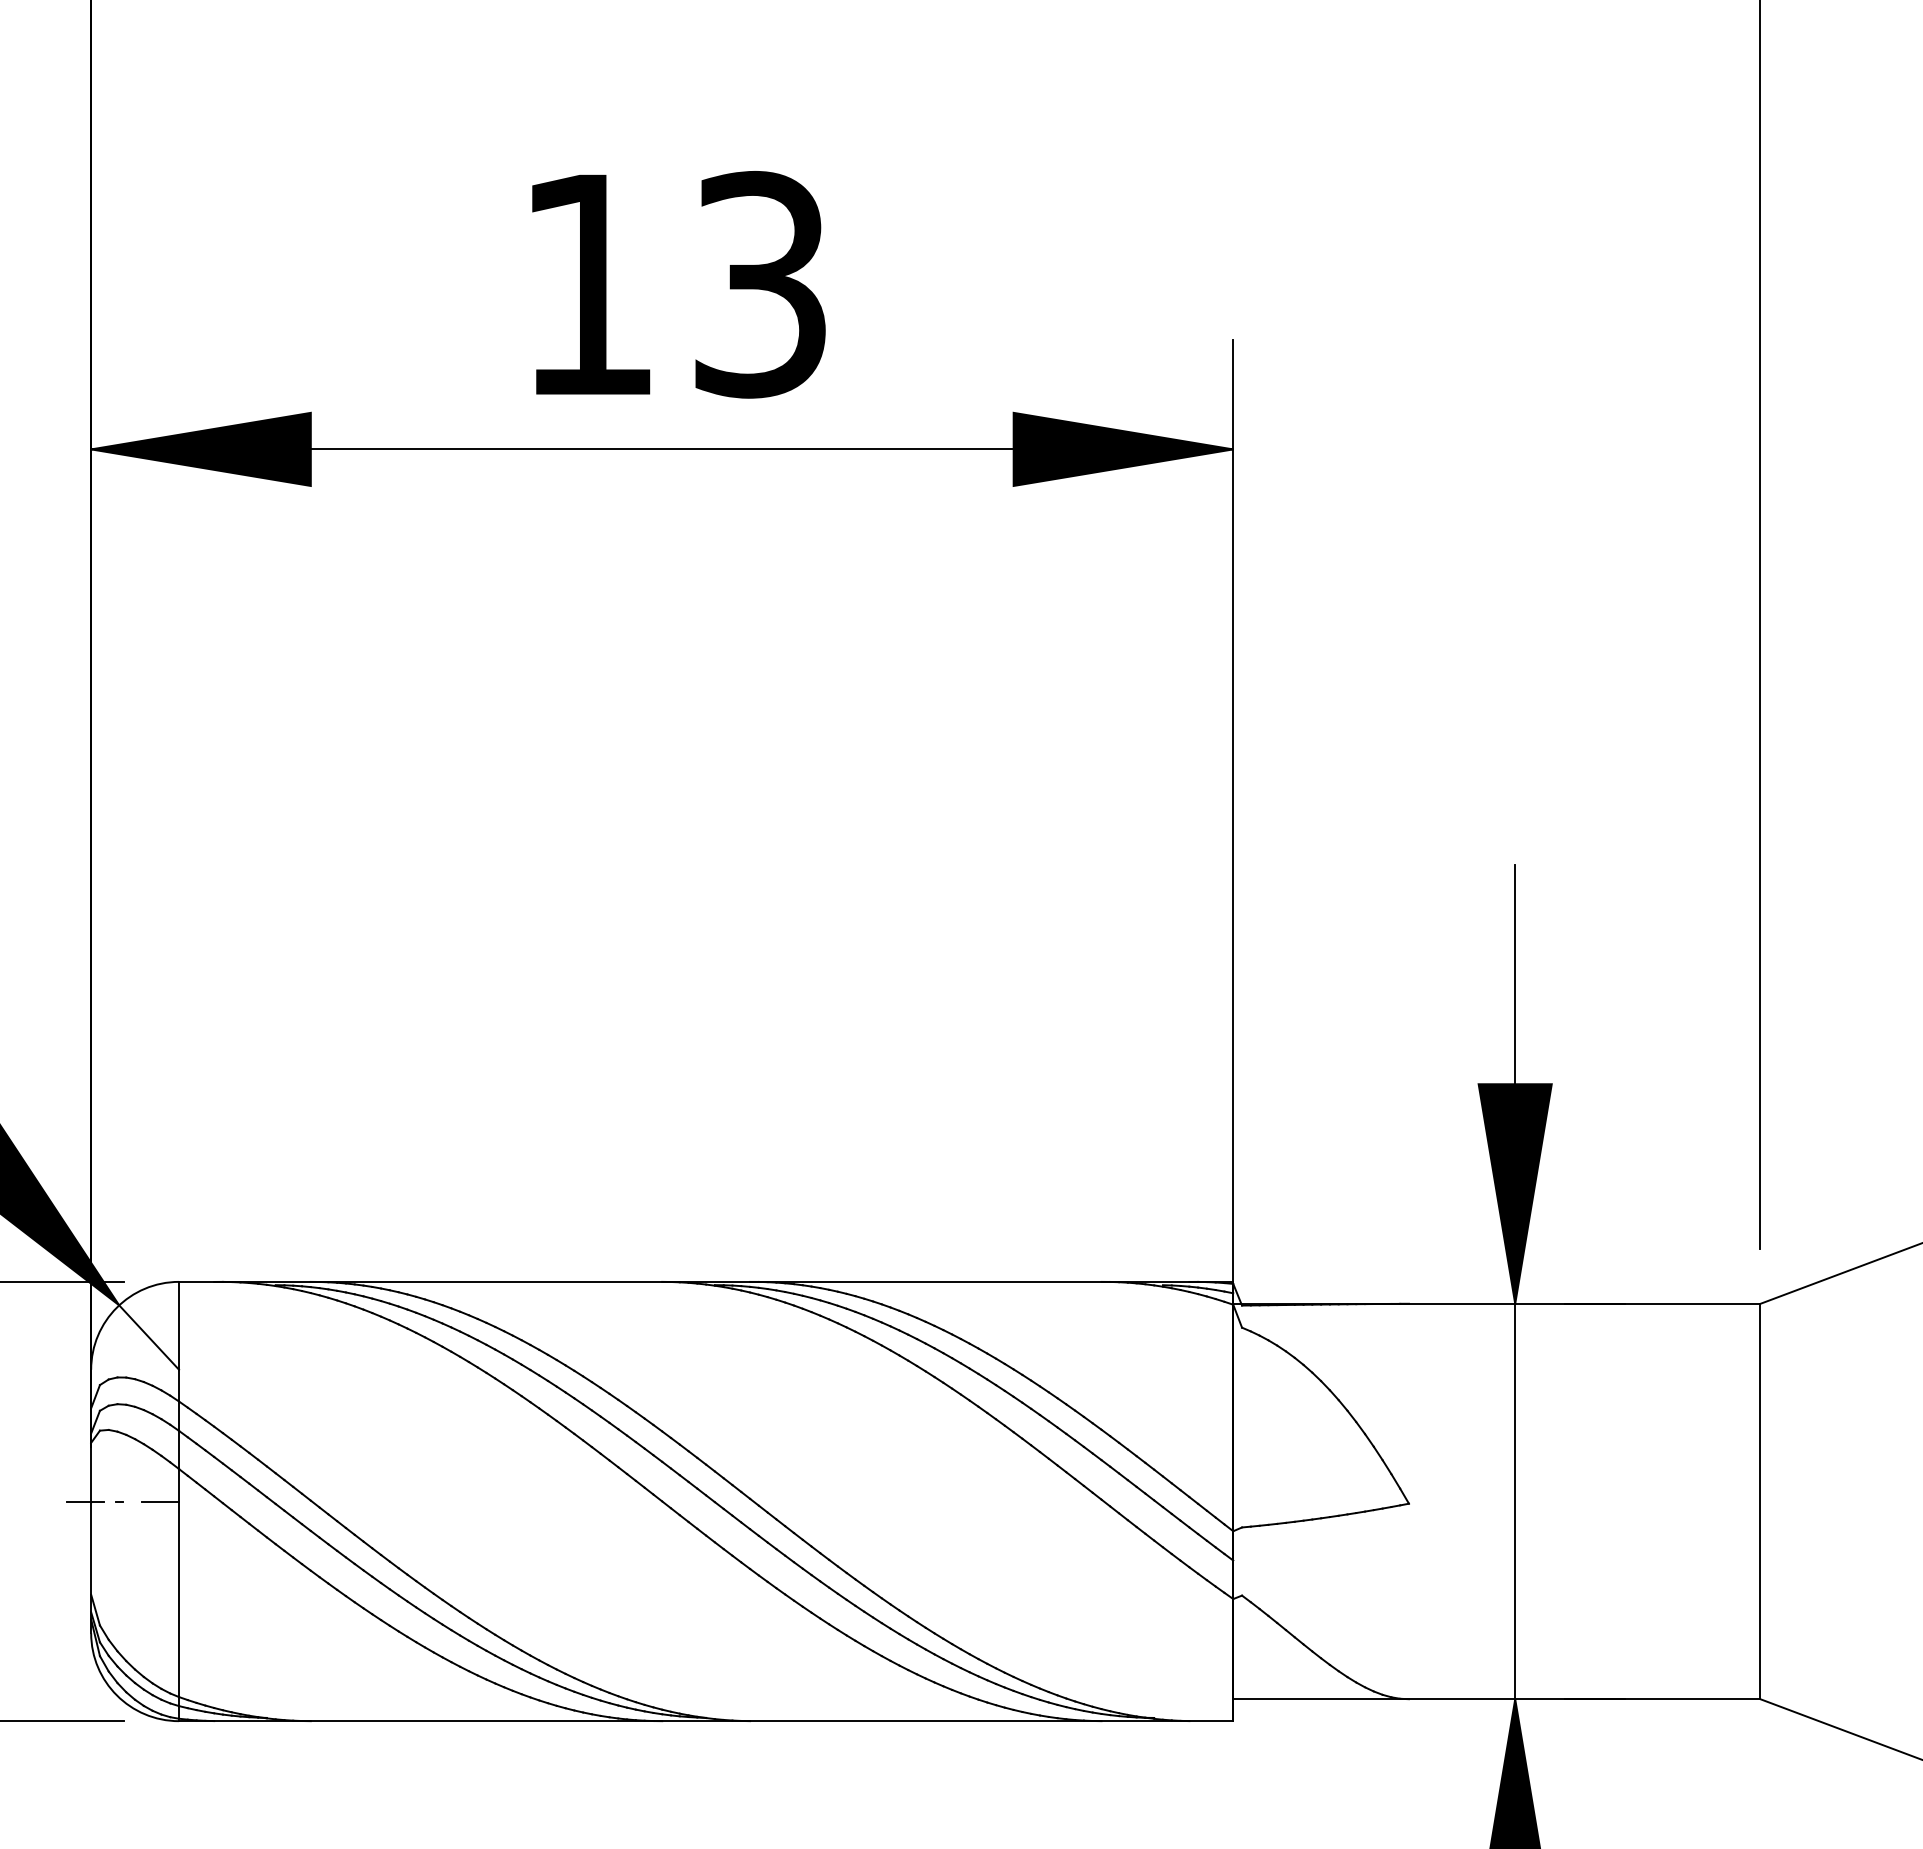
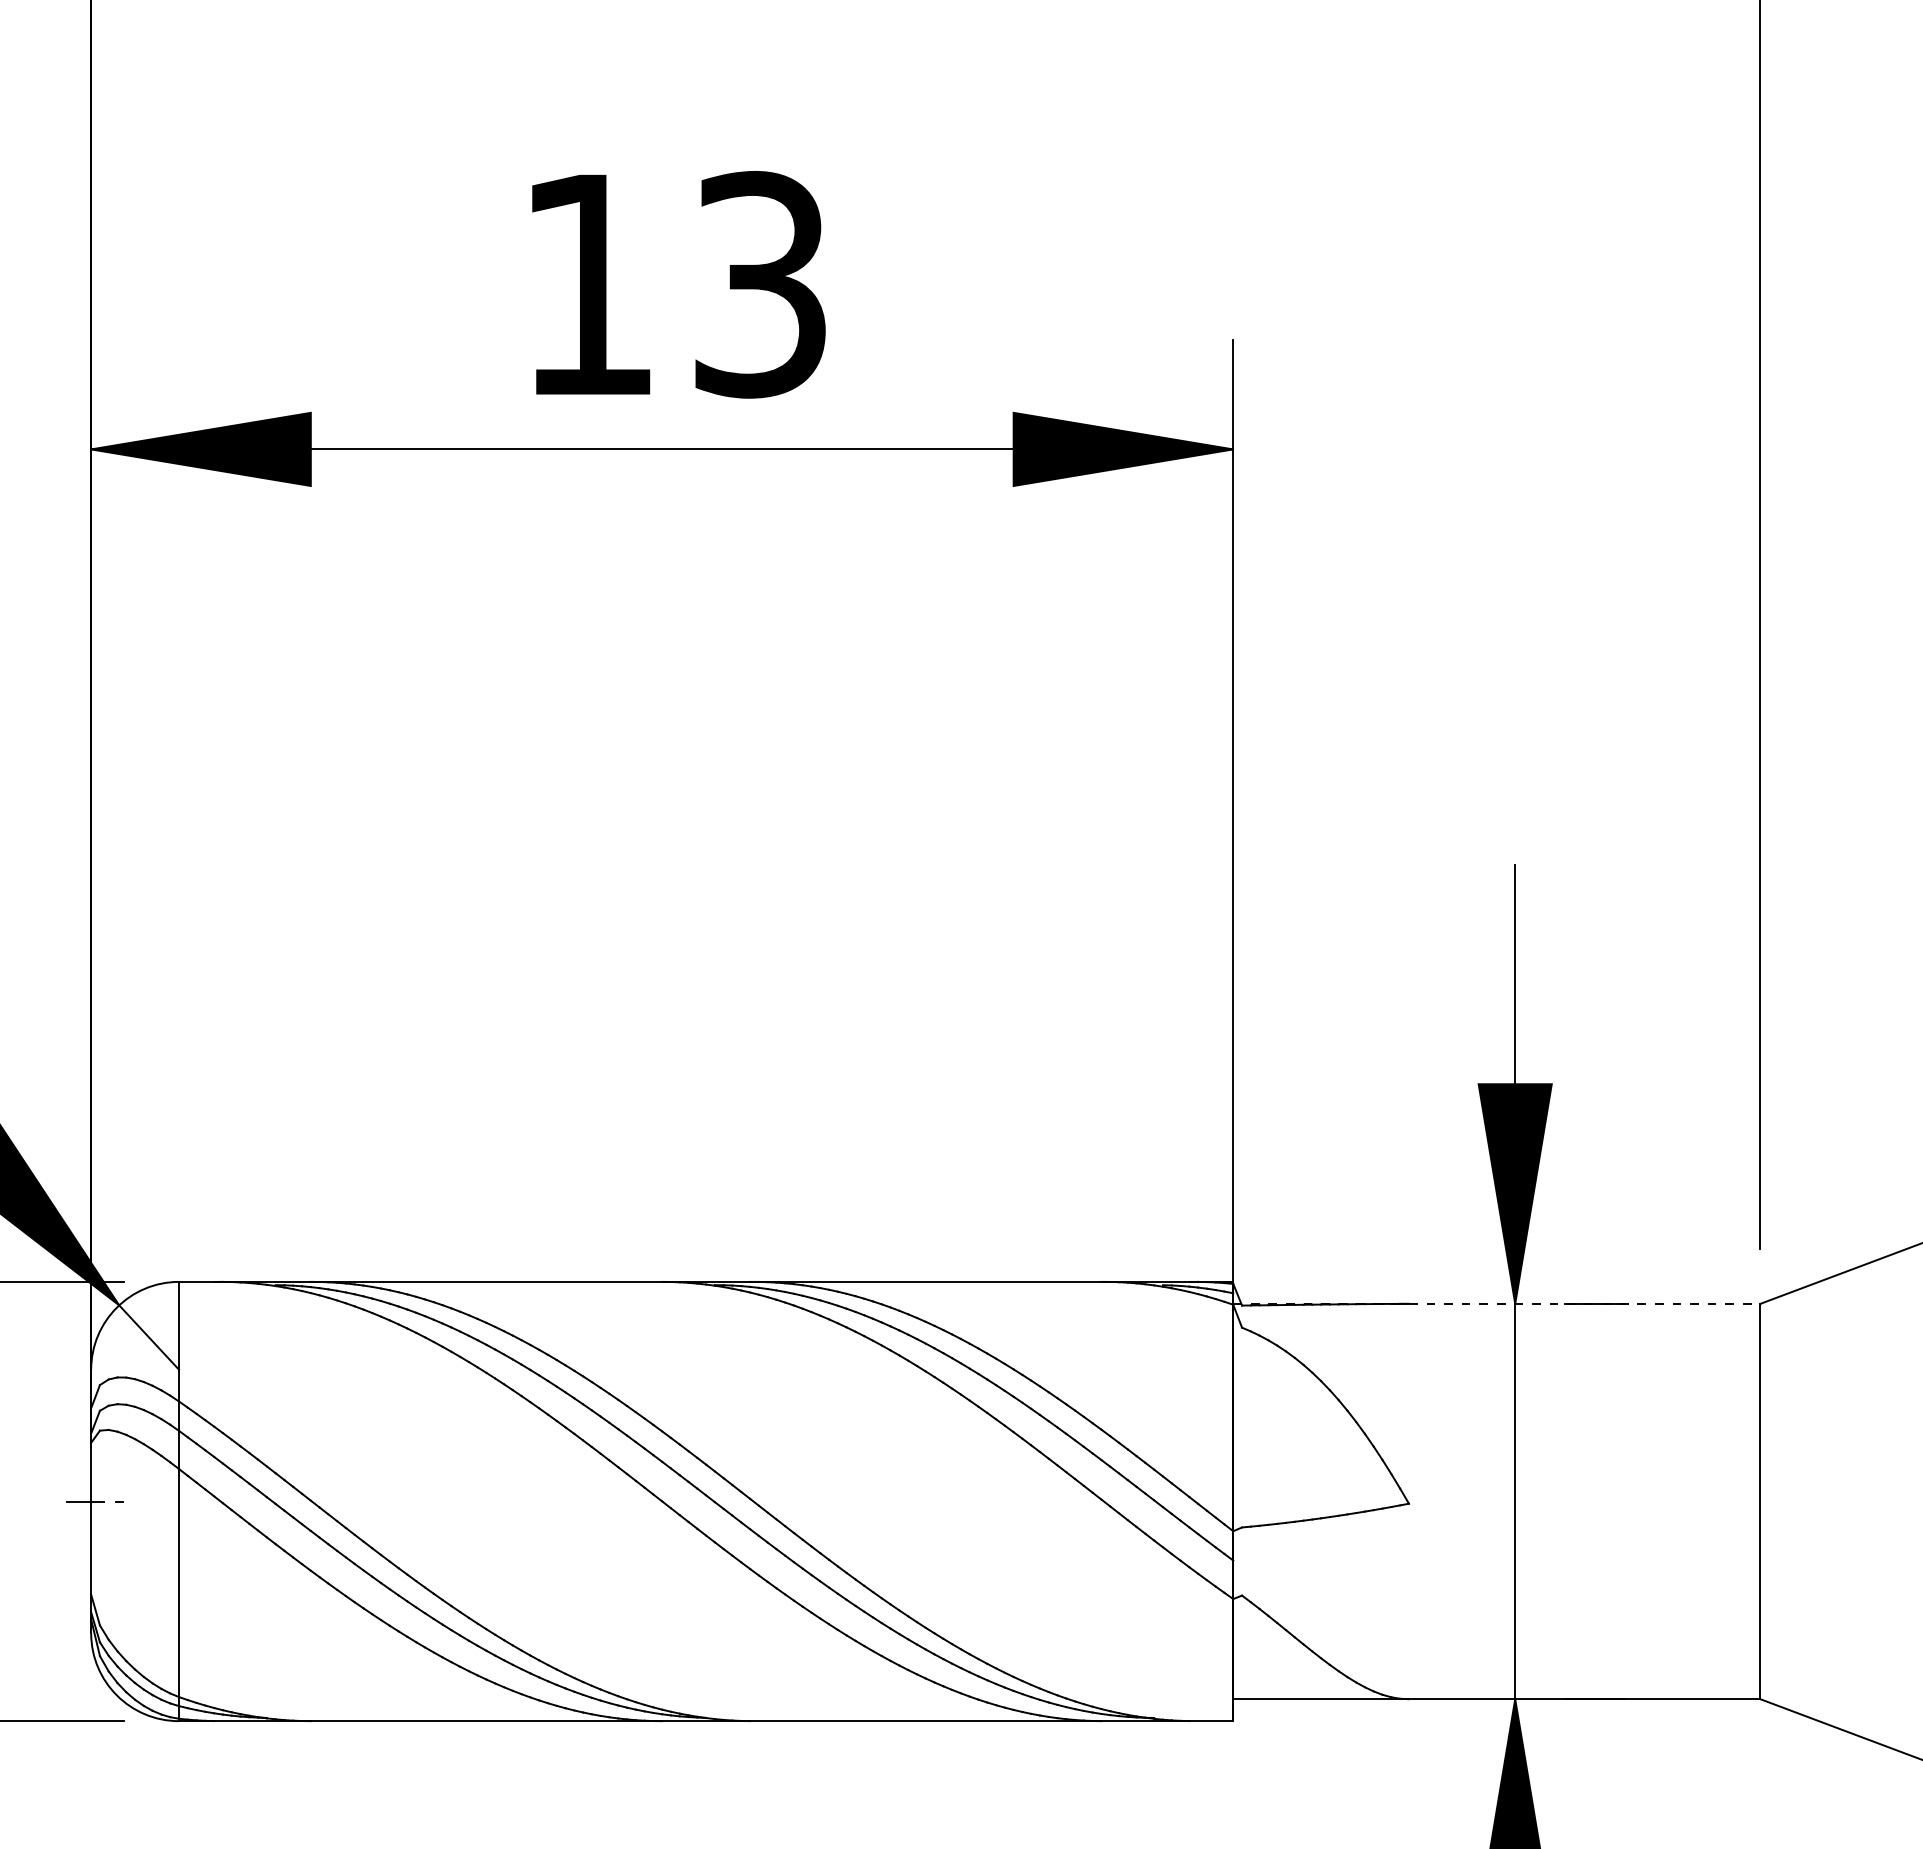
line at (1496, 1303): solid -> dashed
line at (160, 1501): present -> none
